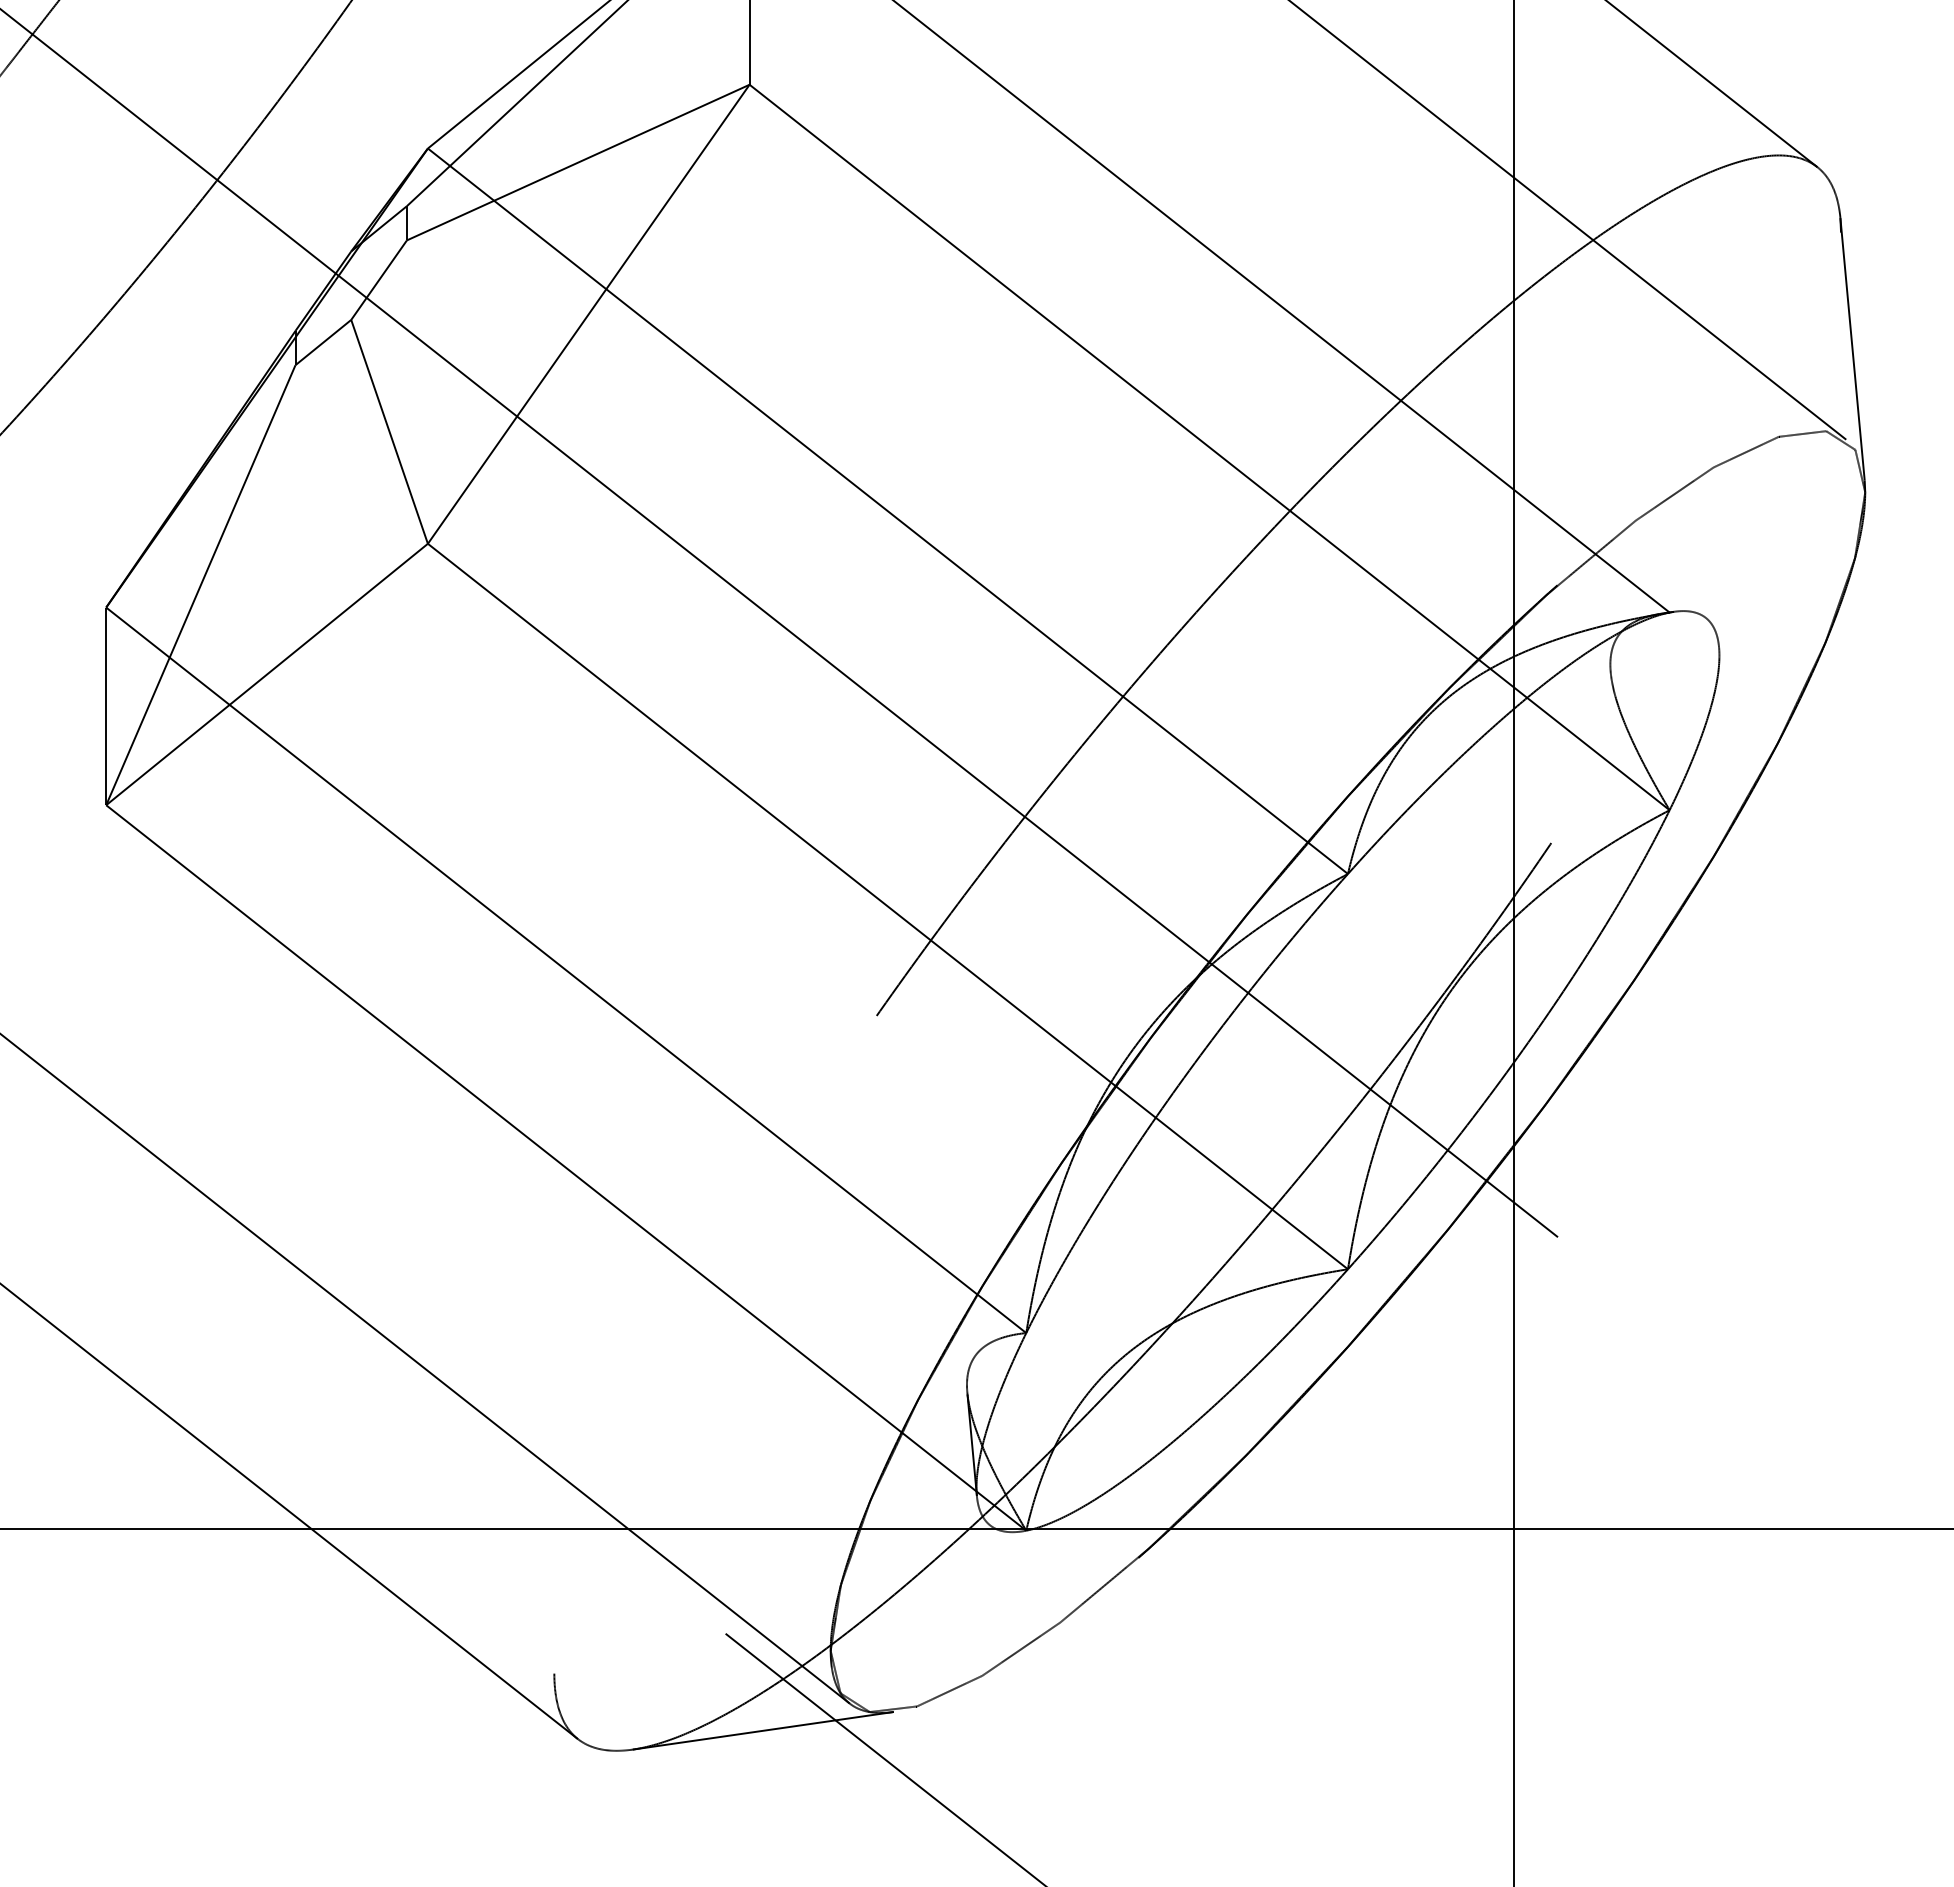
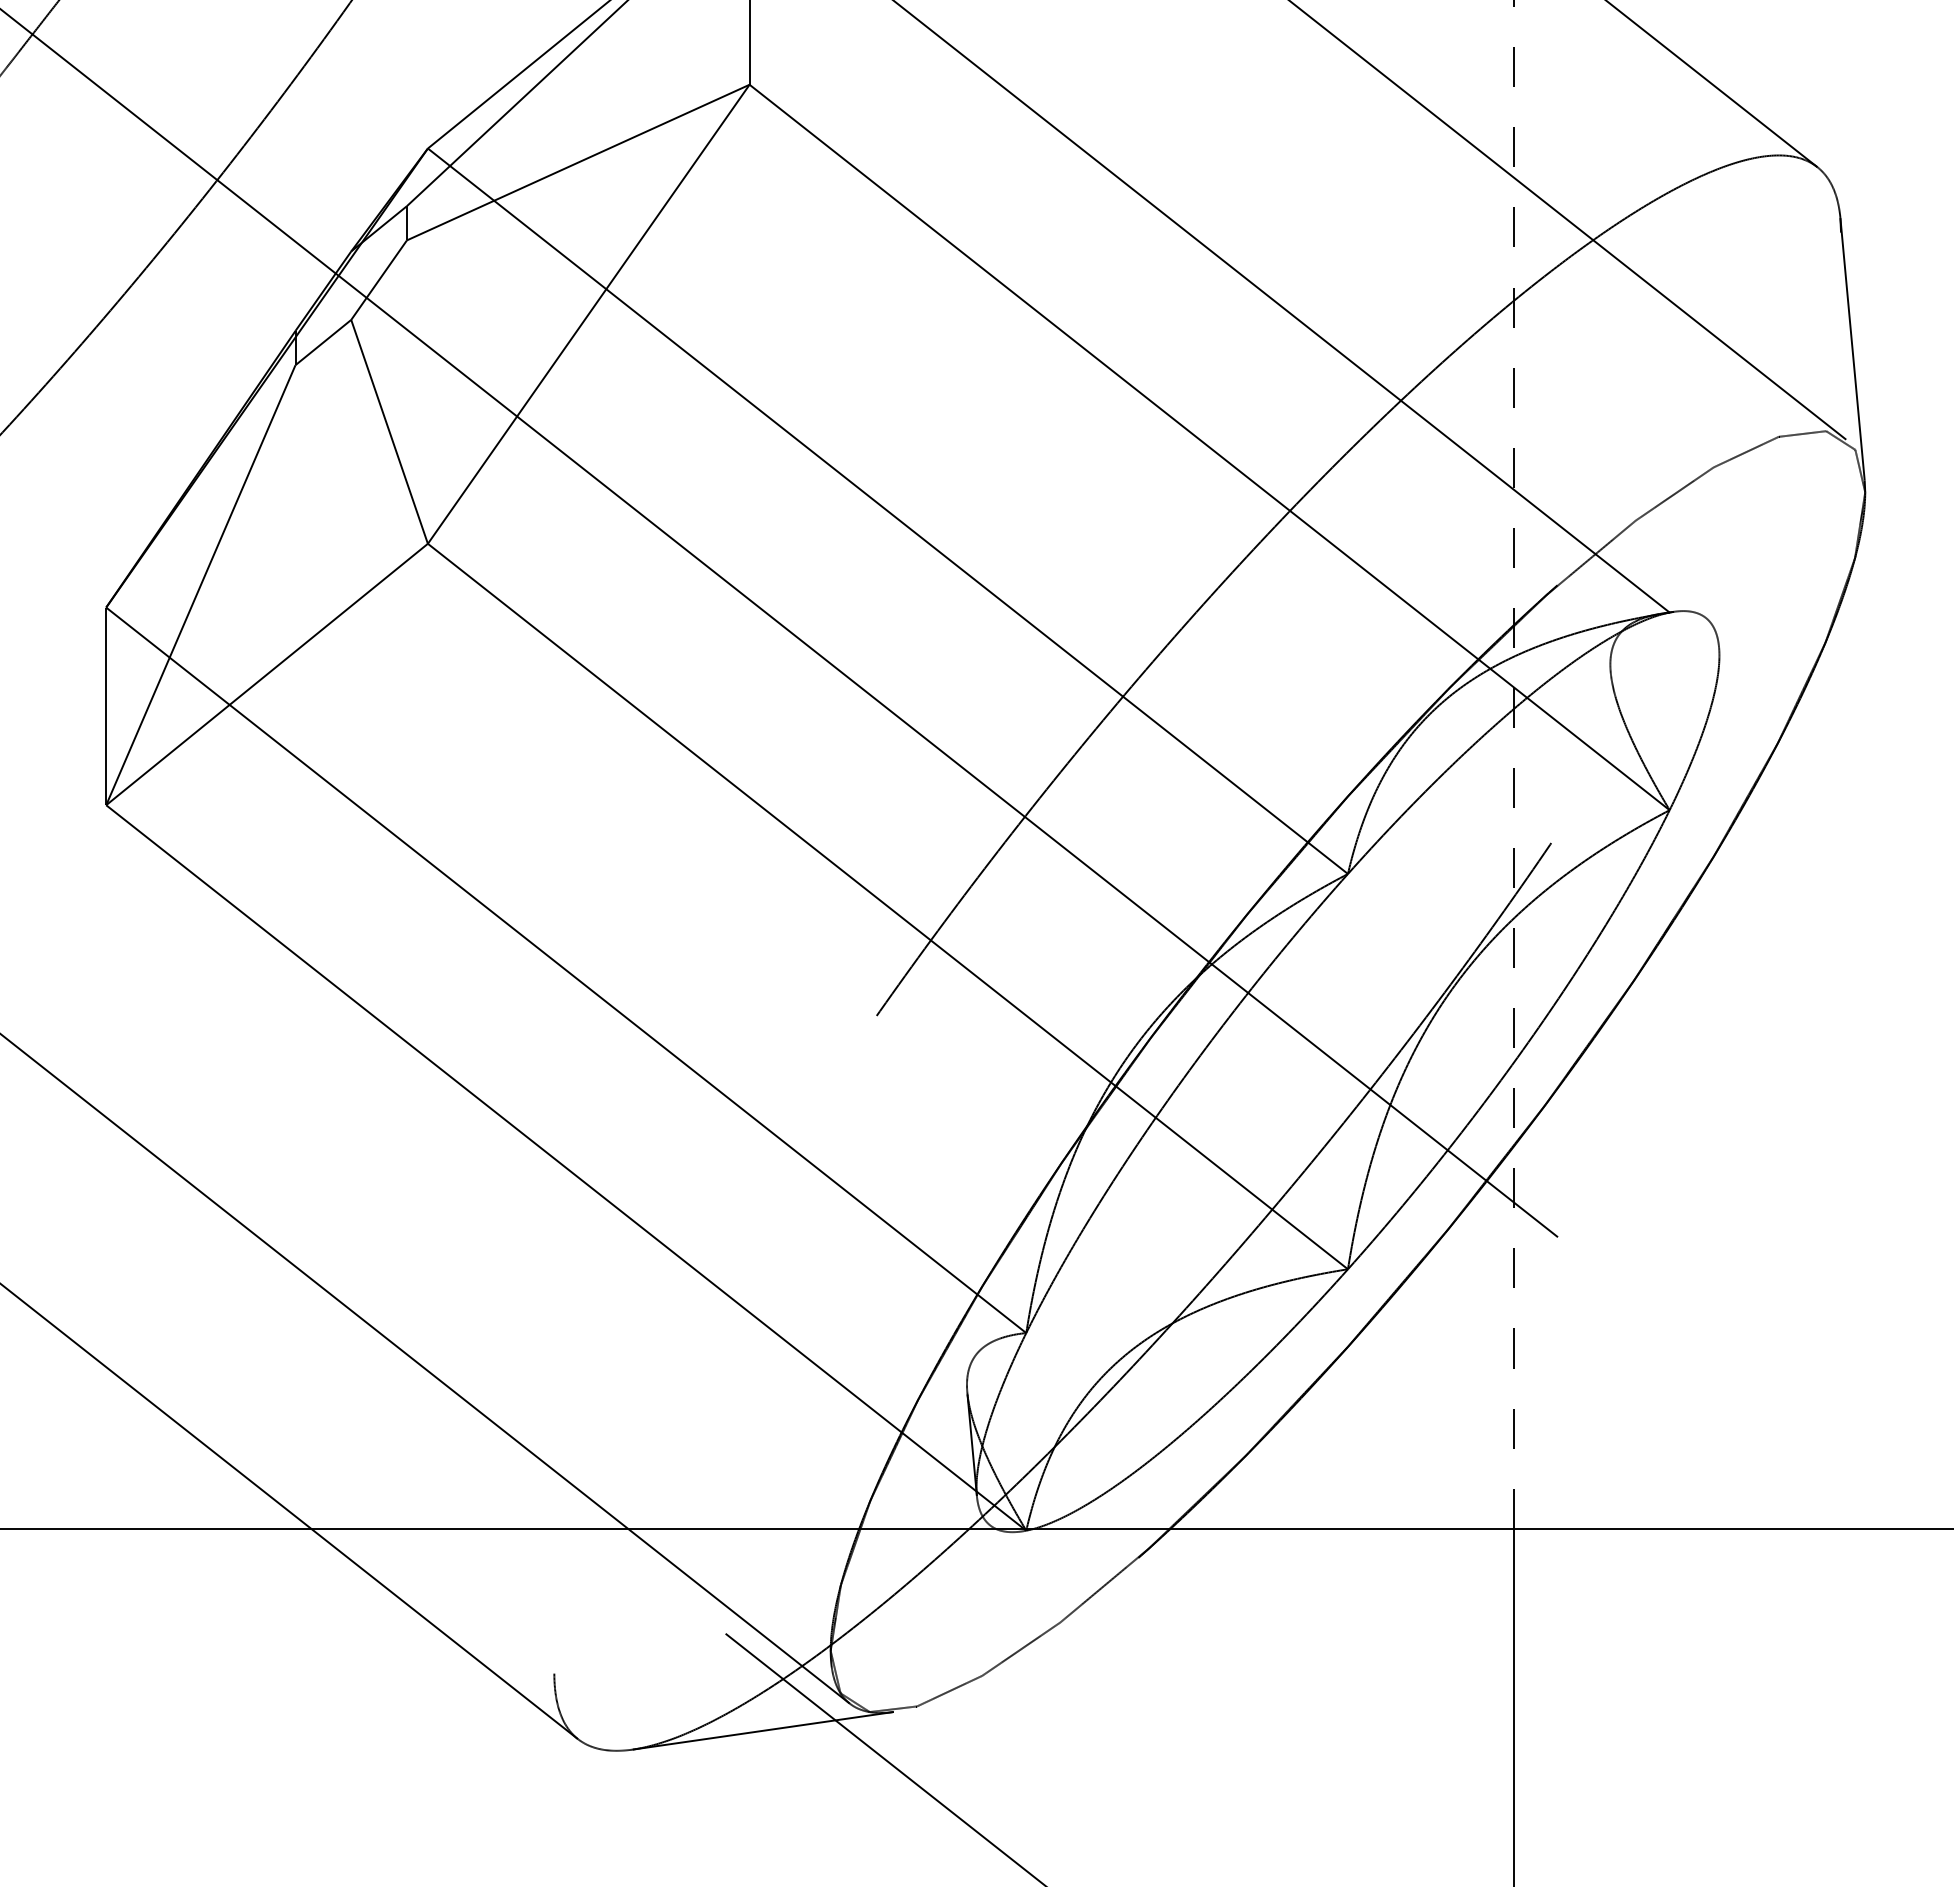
line at (1513, 764): solid -> dashed
